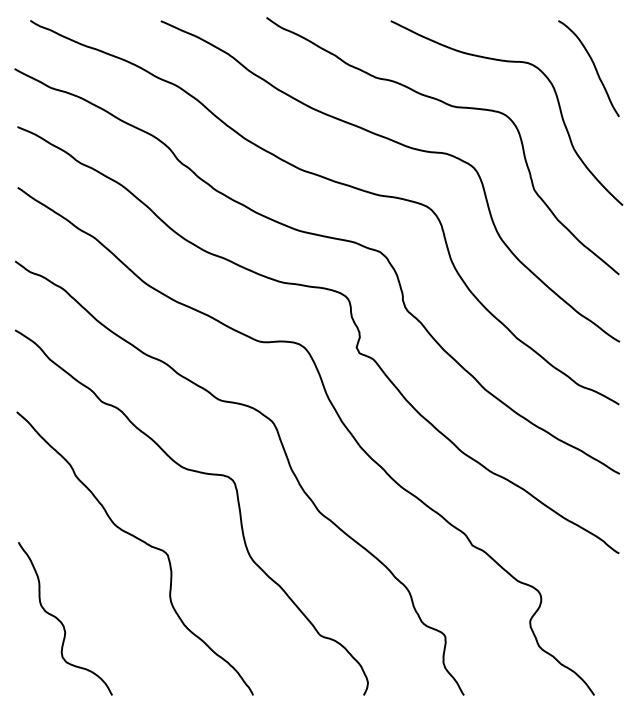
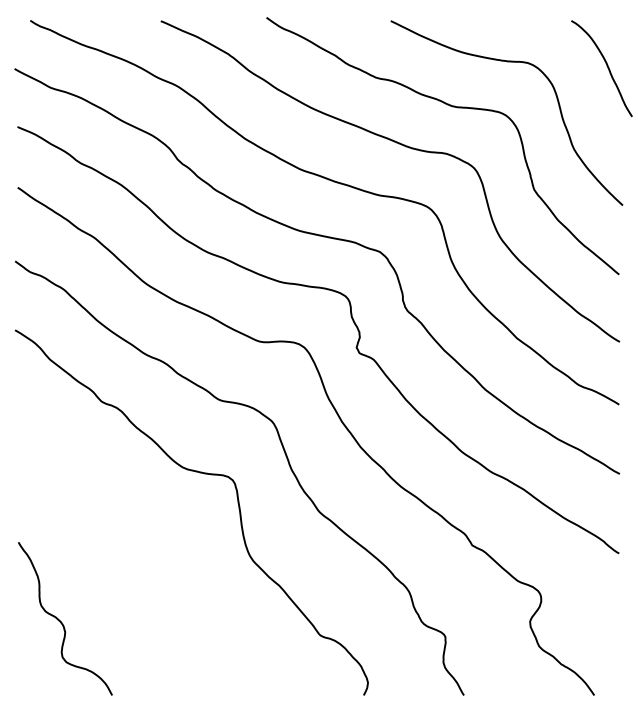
curve at (593, 66) position: (593, 66) -> (606, 66)
curve at (140, 541): present -> none
